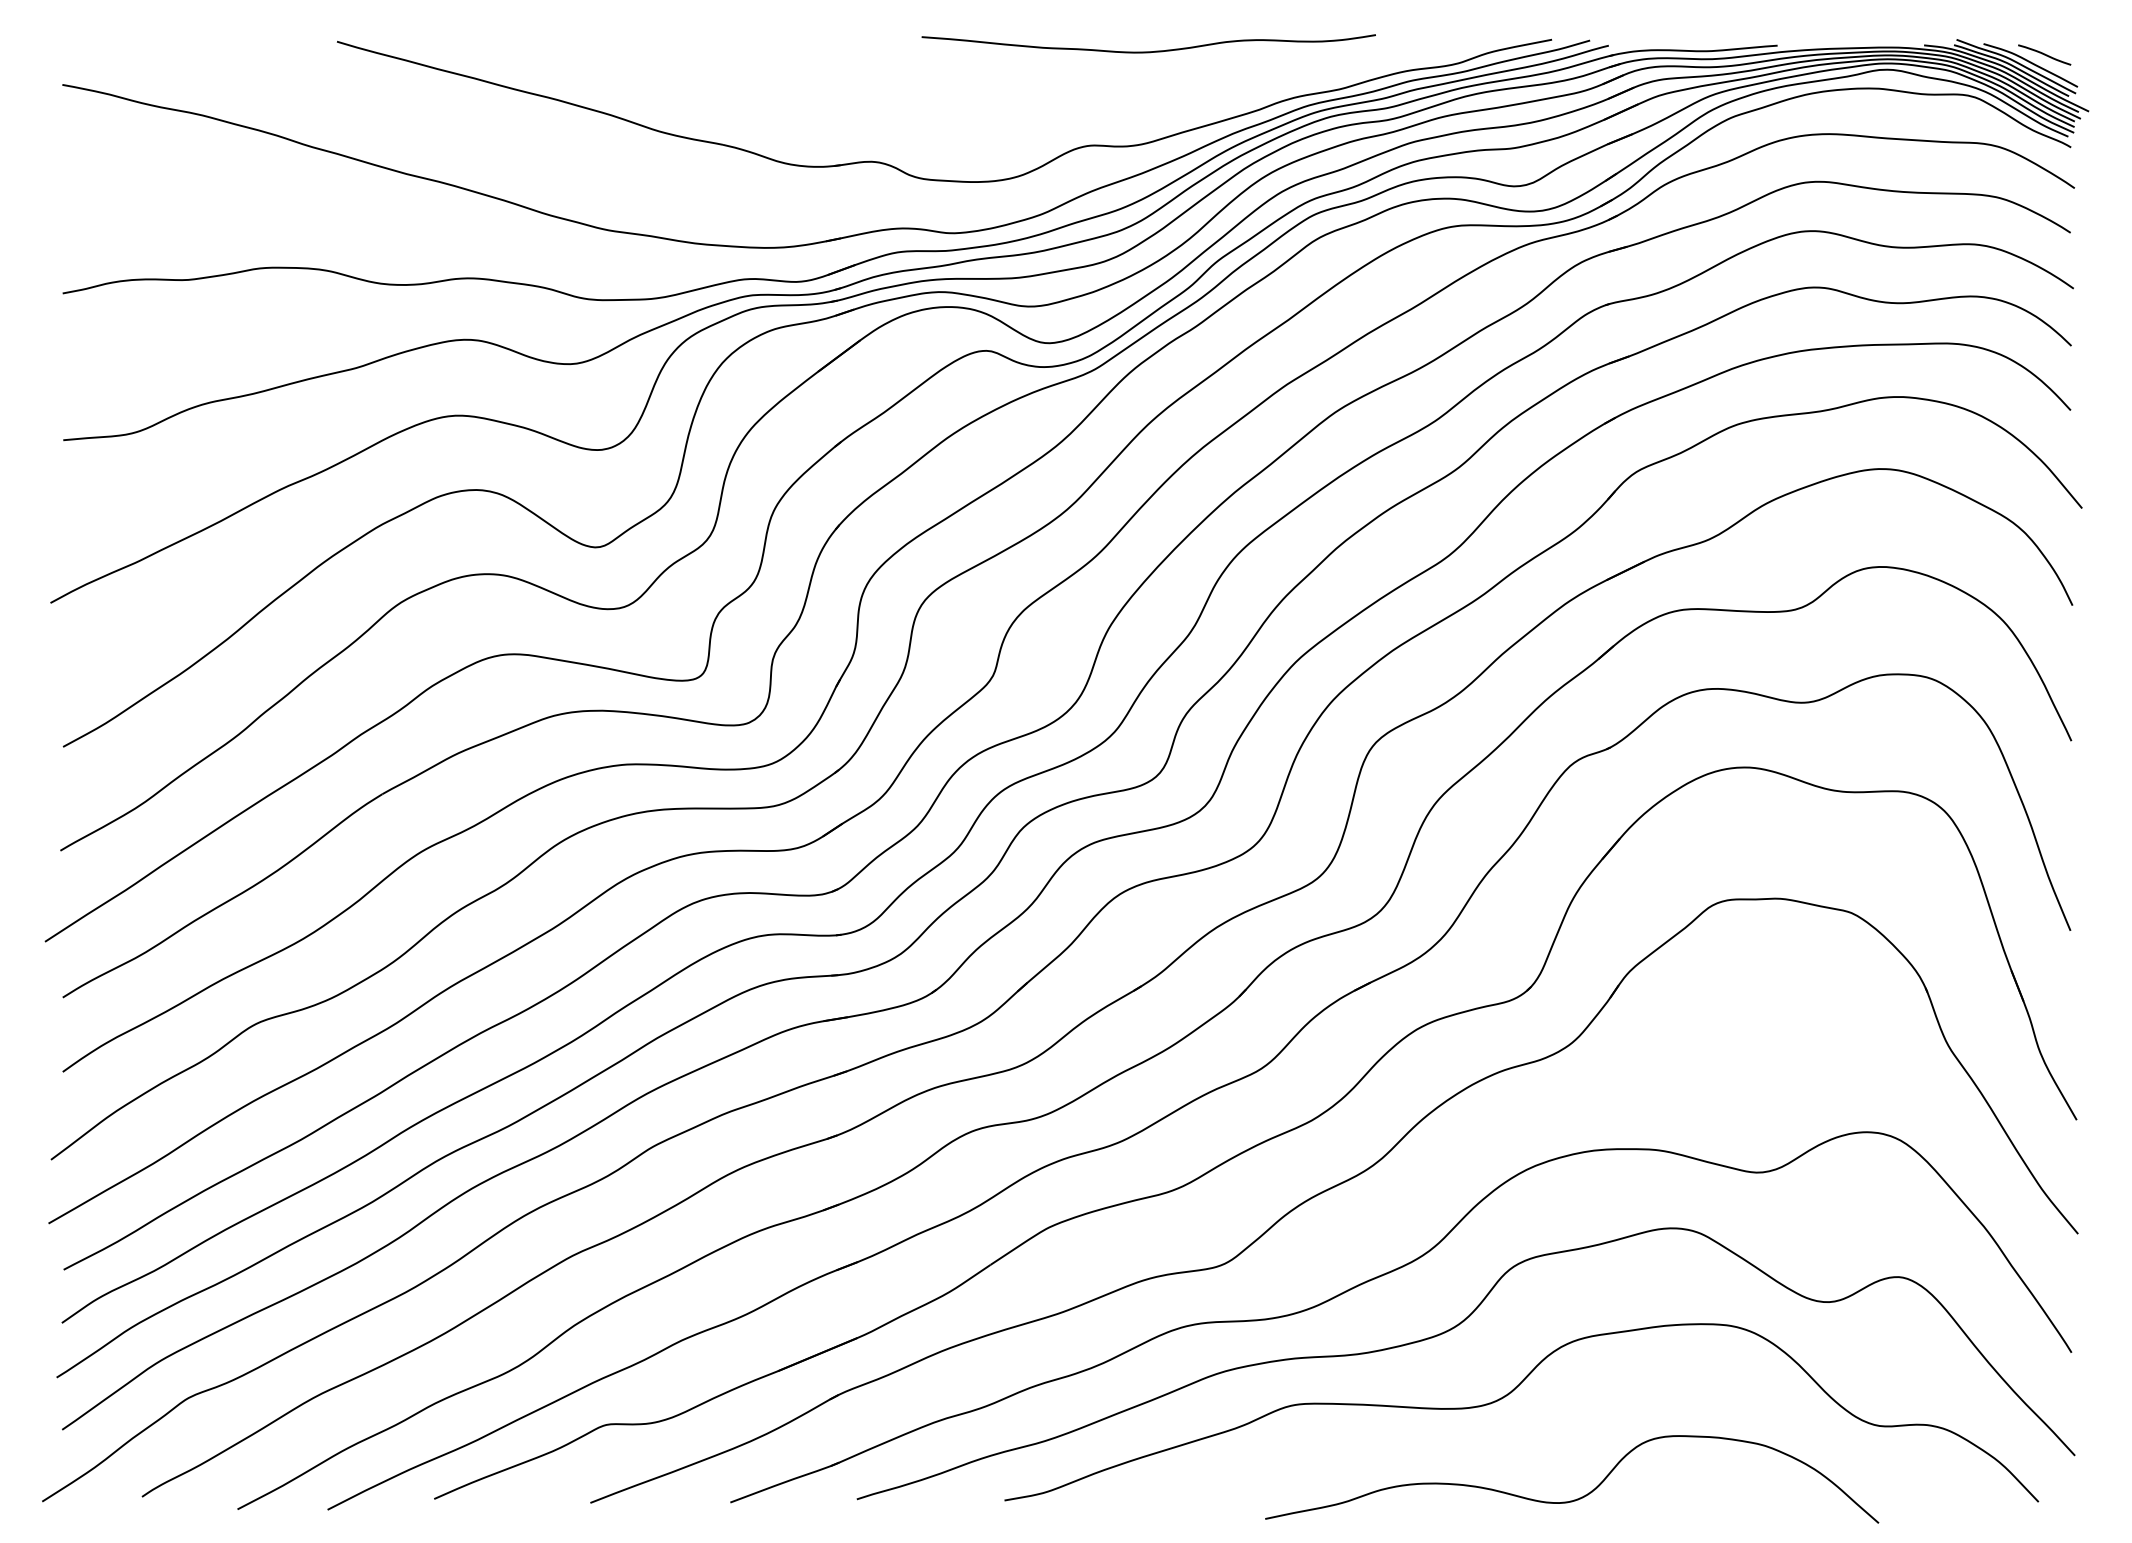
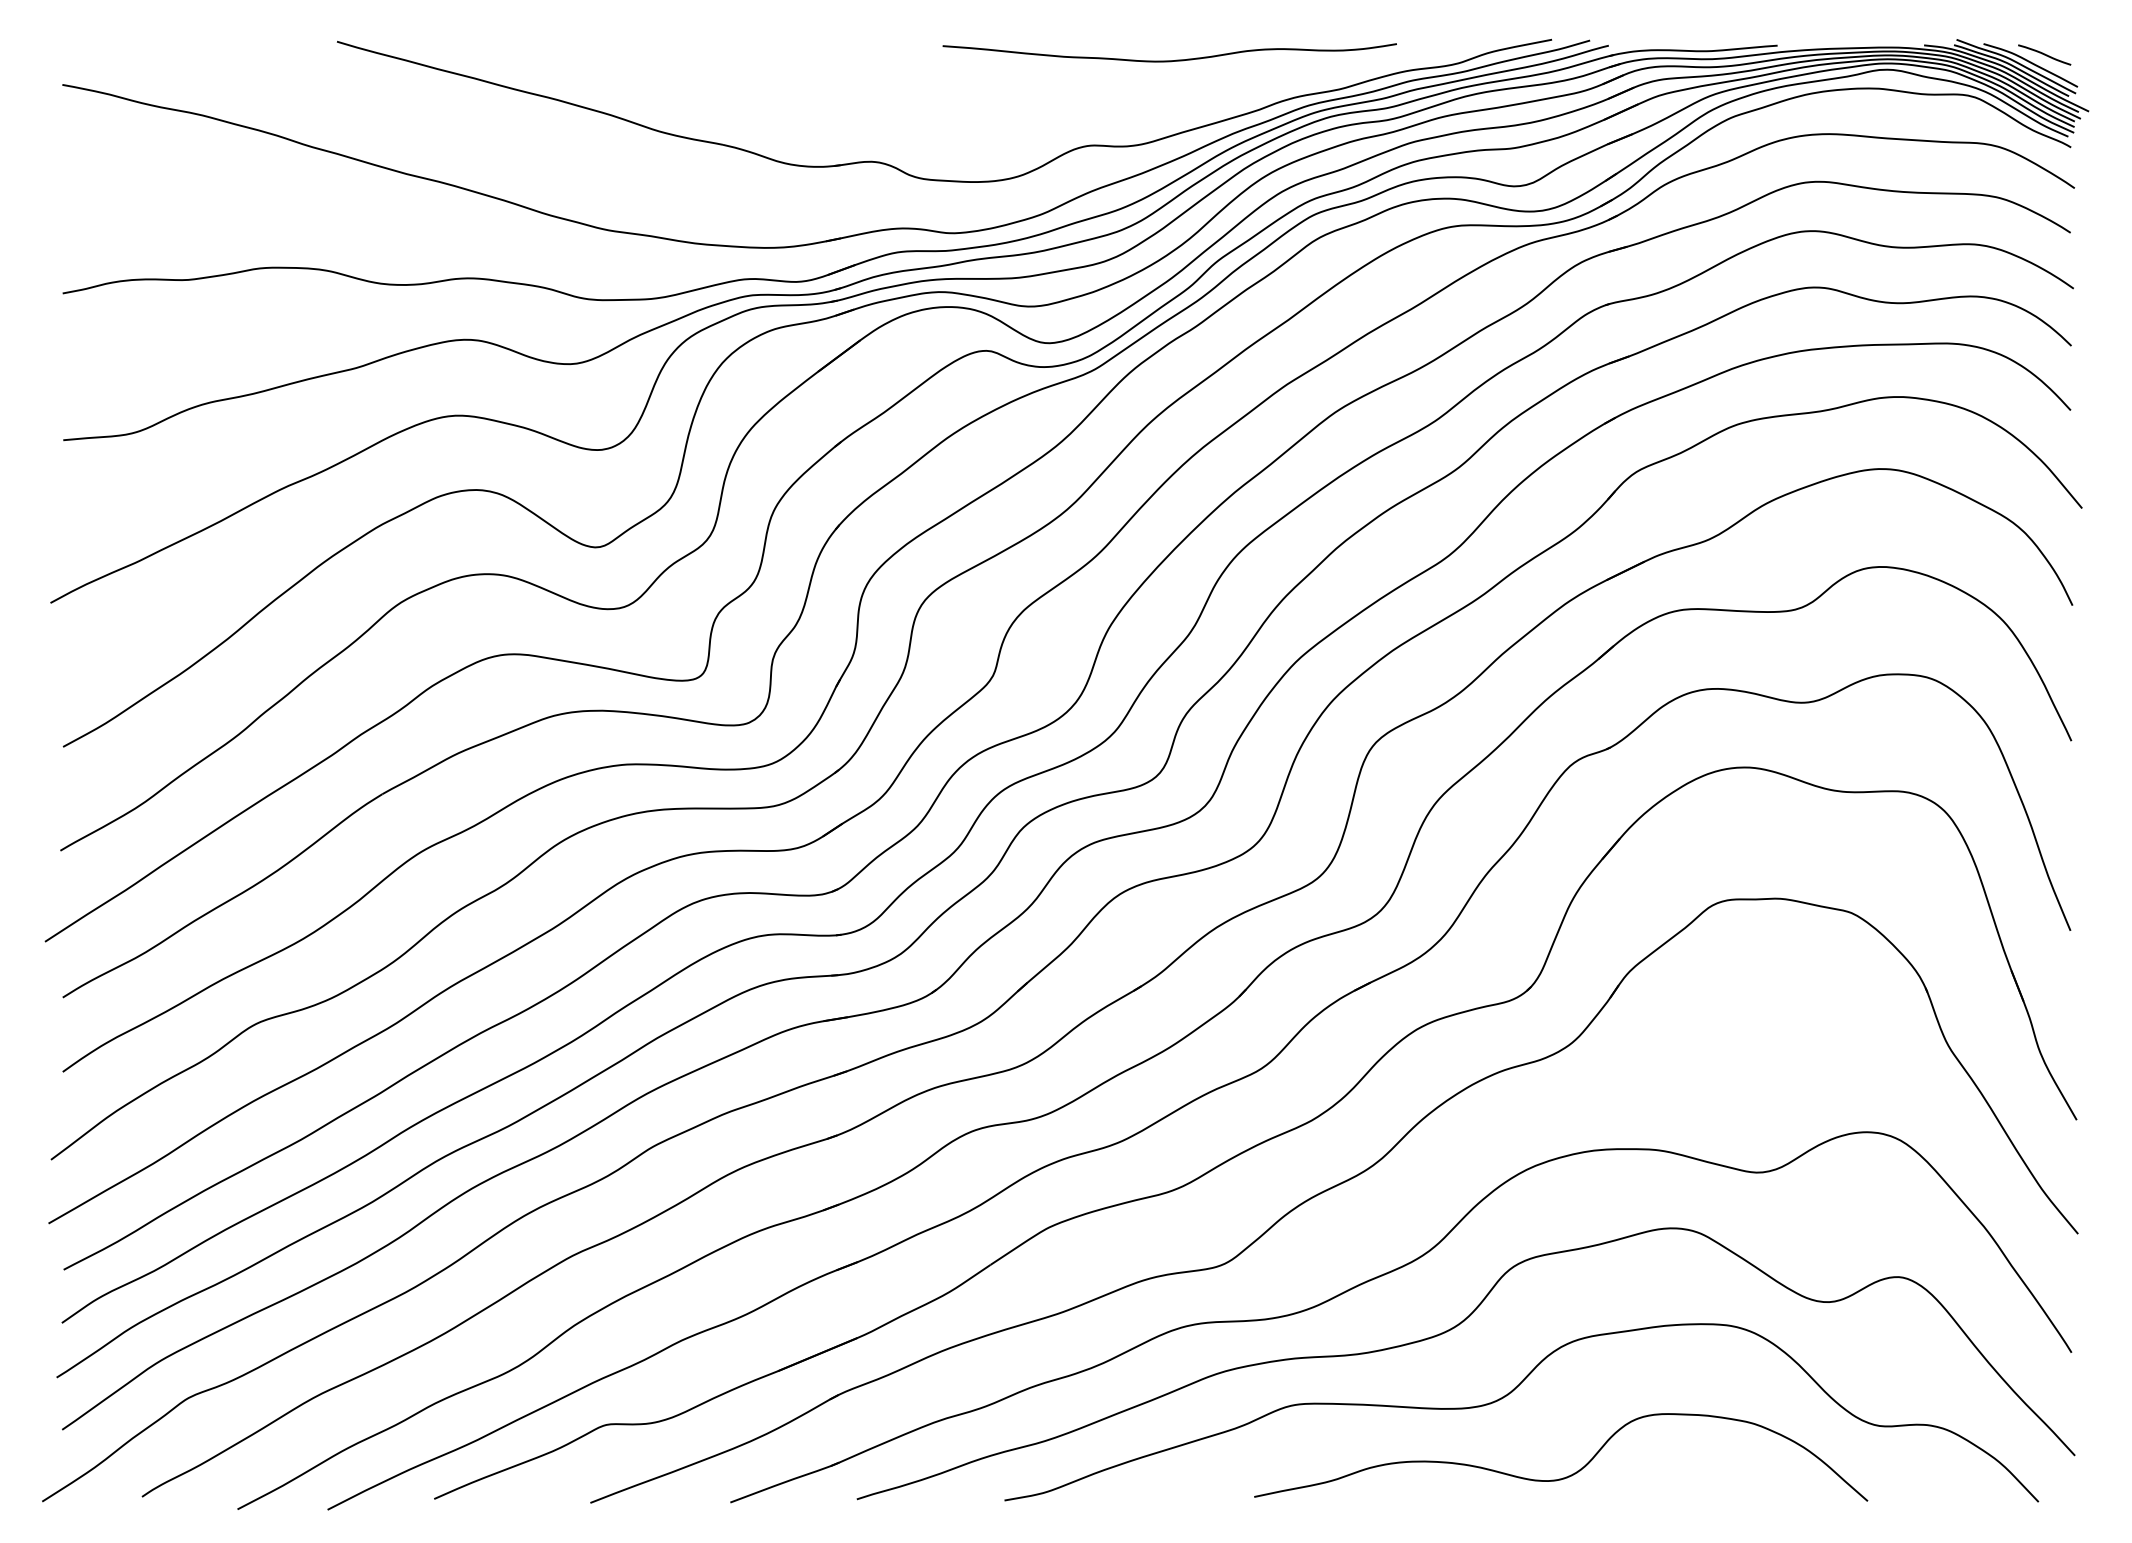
curve at (1148, 51) position: (1148, 51) -> (1169, 60)
curve at (1581, 1496) position: (1581, 1496) -> (1570, 1474)
